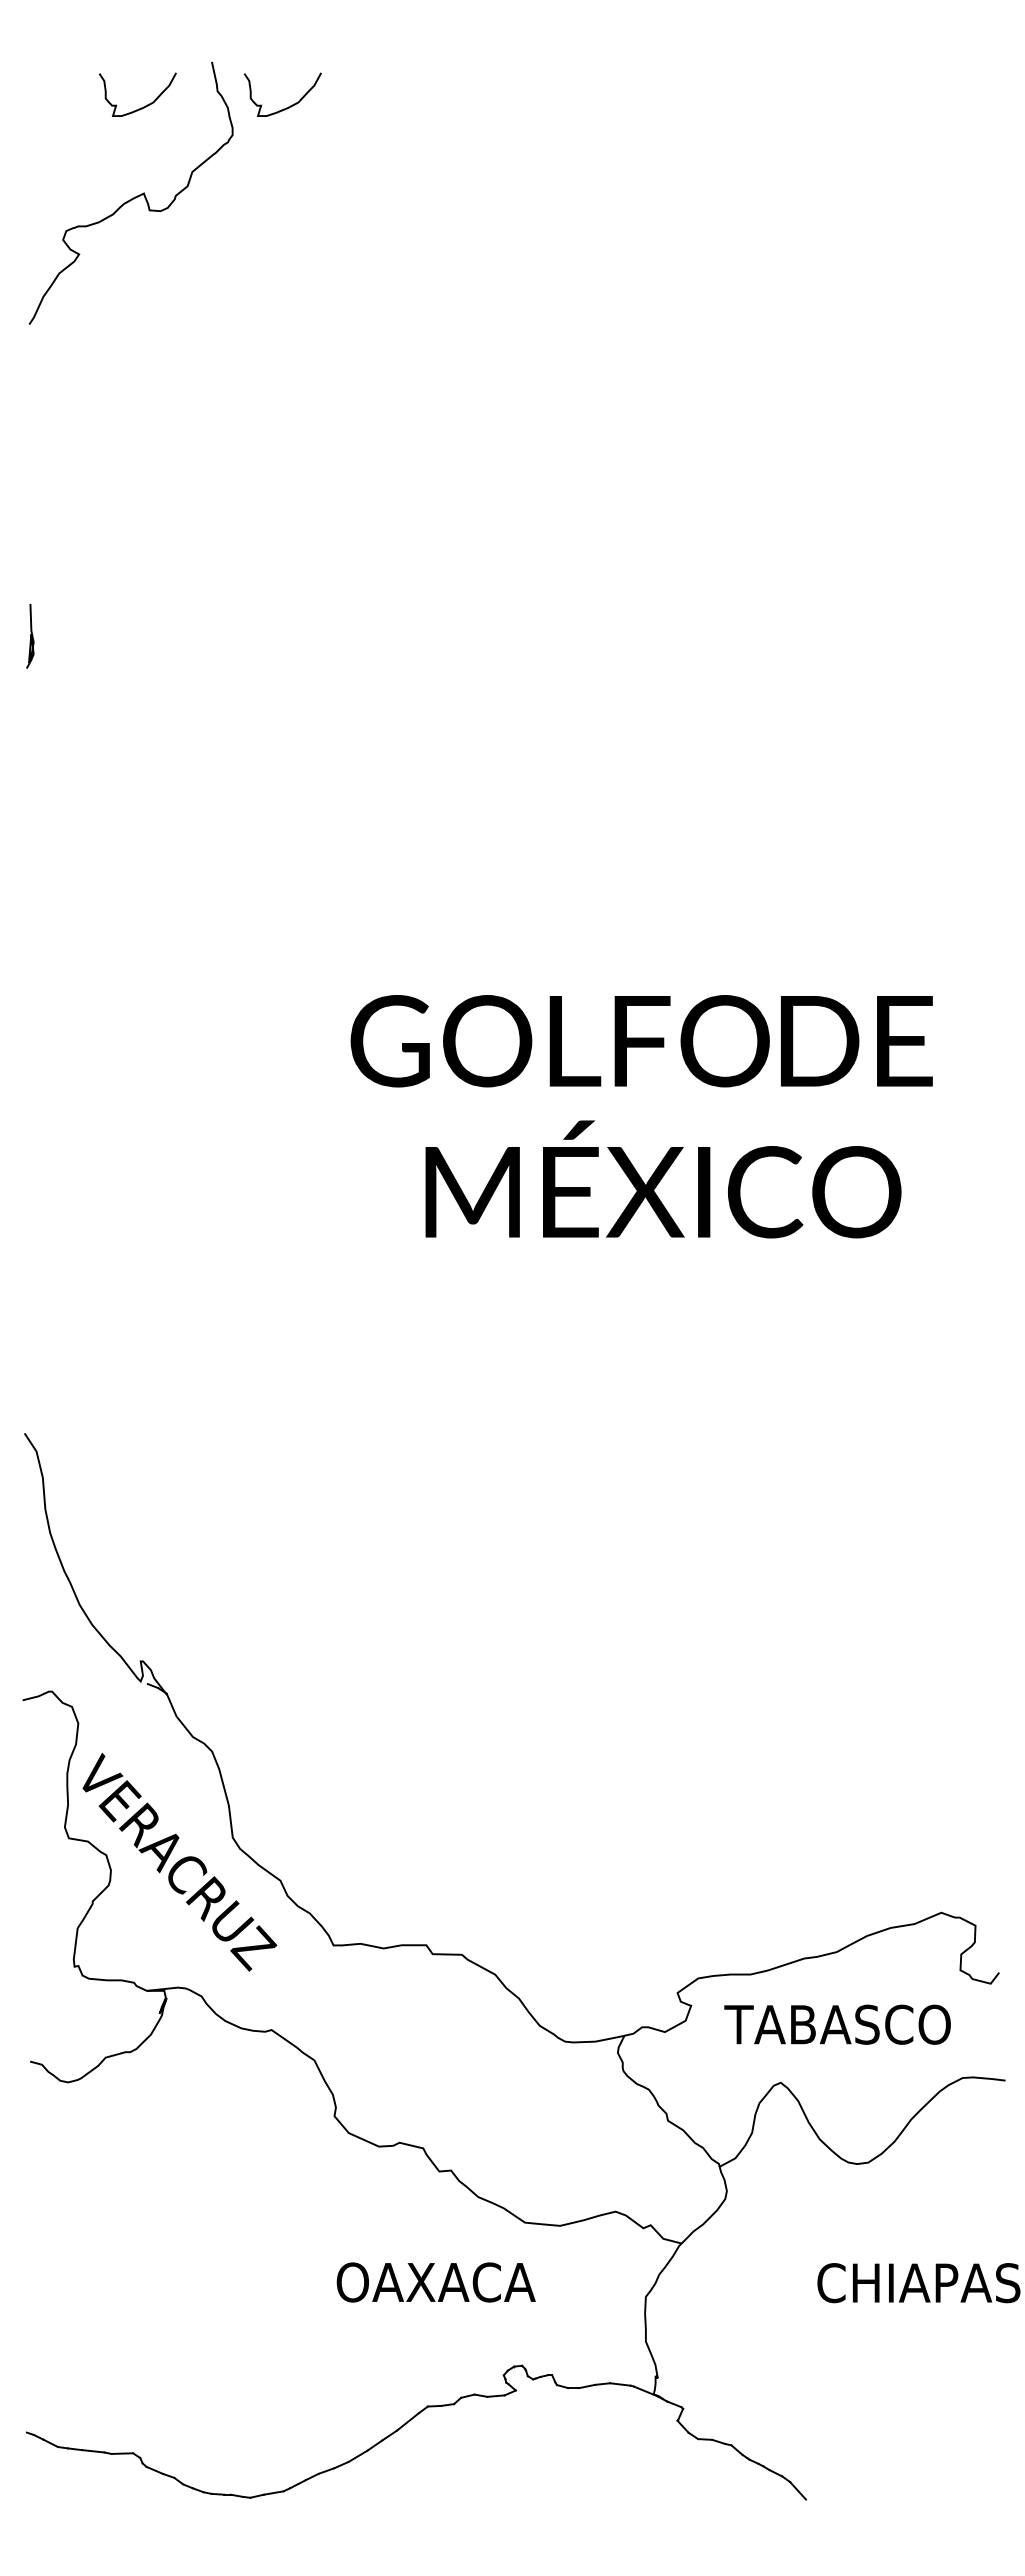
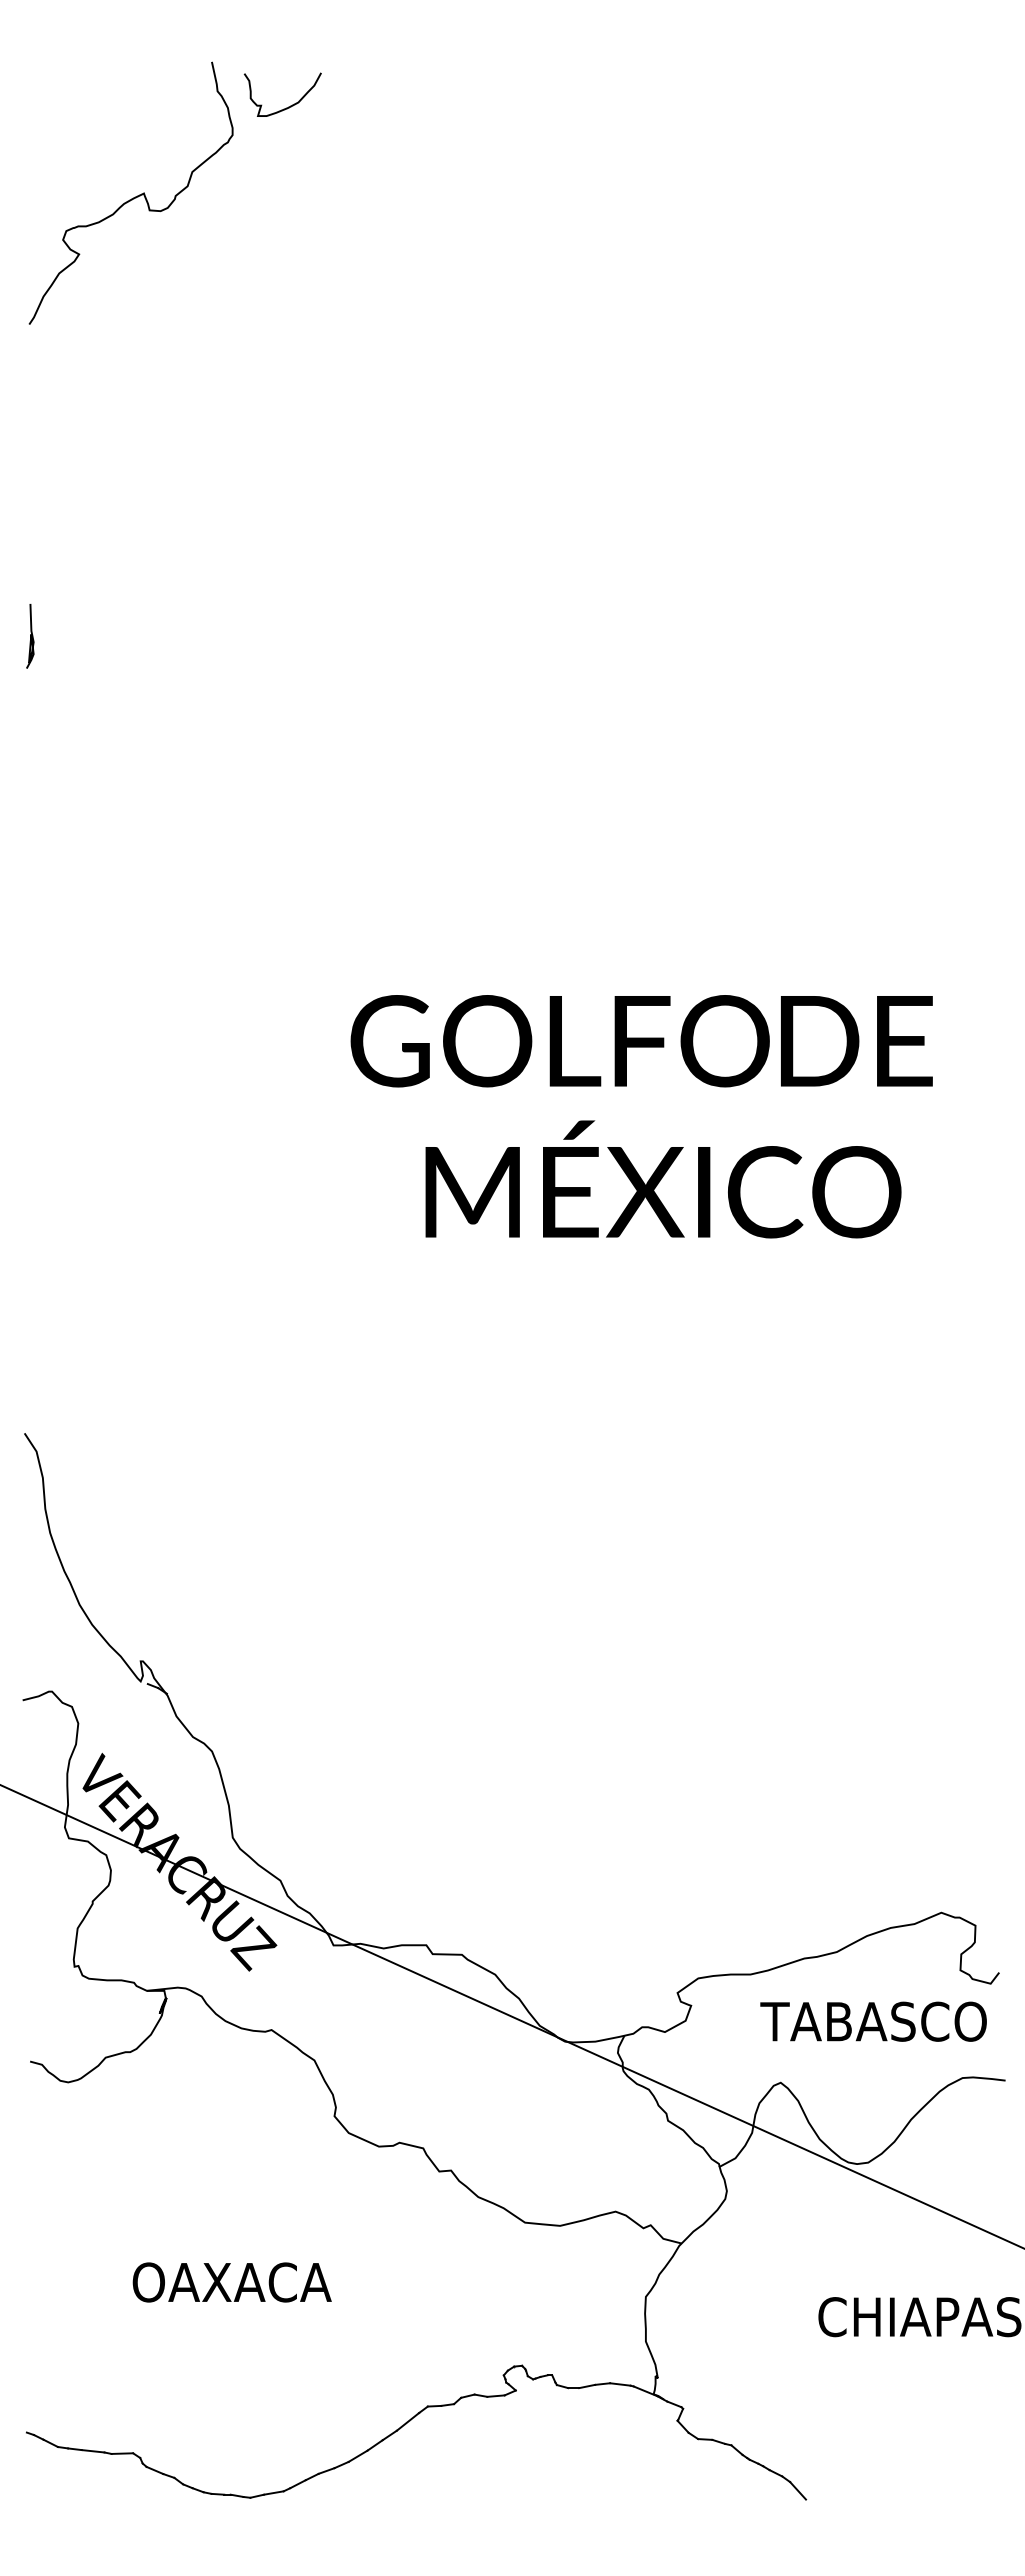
curve at (143, 106): present -> none
line at (511, 2016): none -> present
text at (837, 2024) position: (837, 2024) -> (873, 2021)
text at (435, 2282) position: (435, 2282) -> (231, 2282)
text at (918, 2283) position: (918, 2283) -> (919, 2317)
